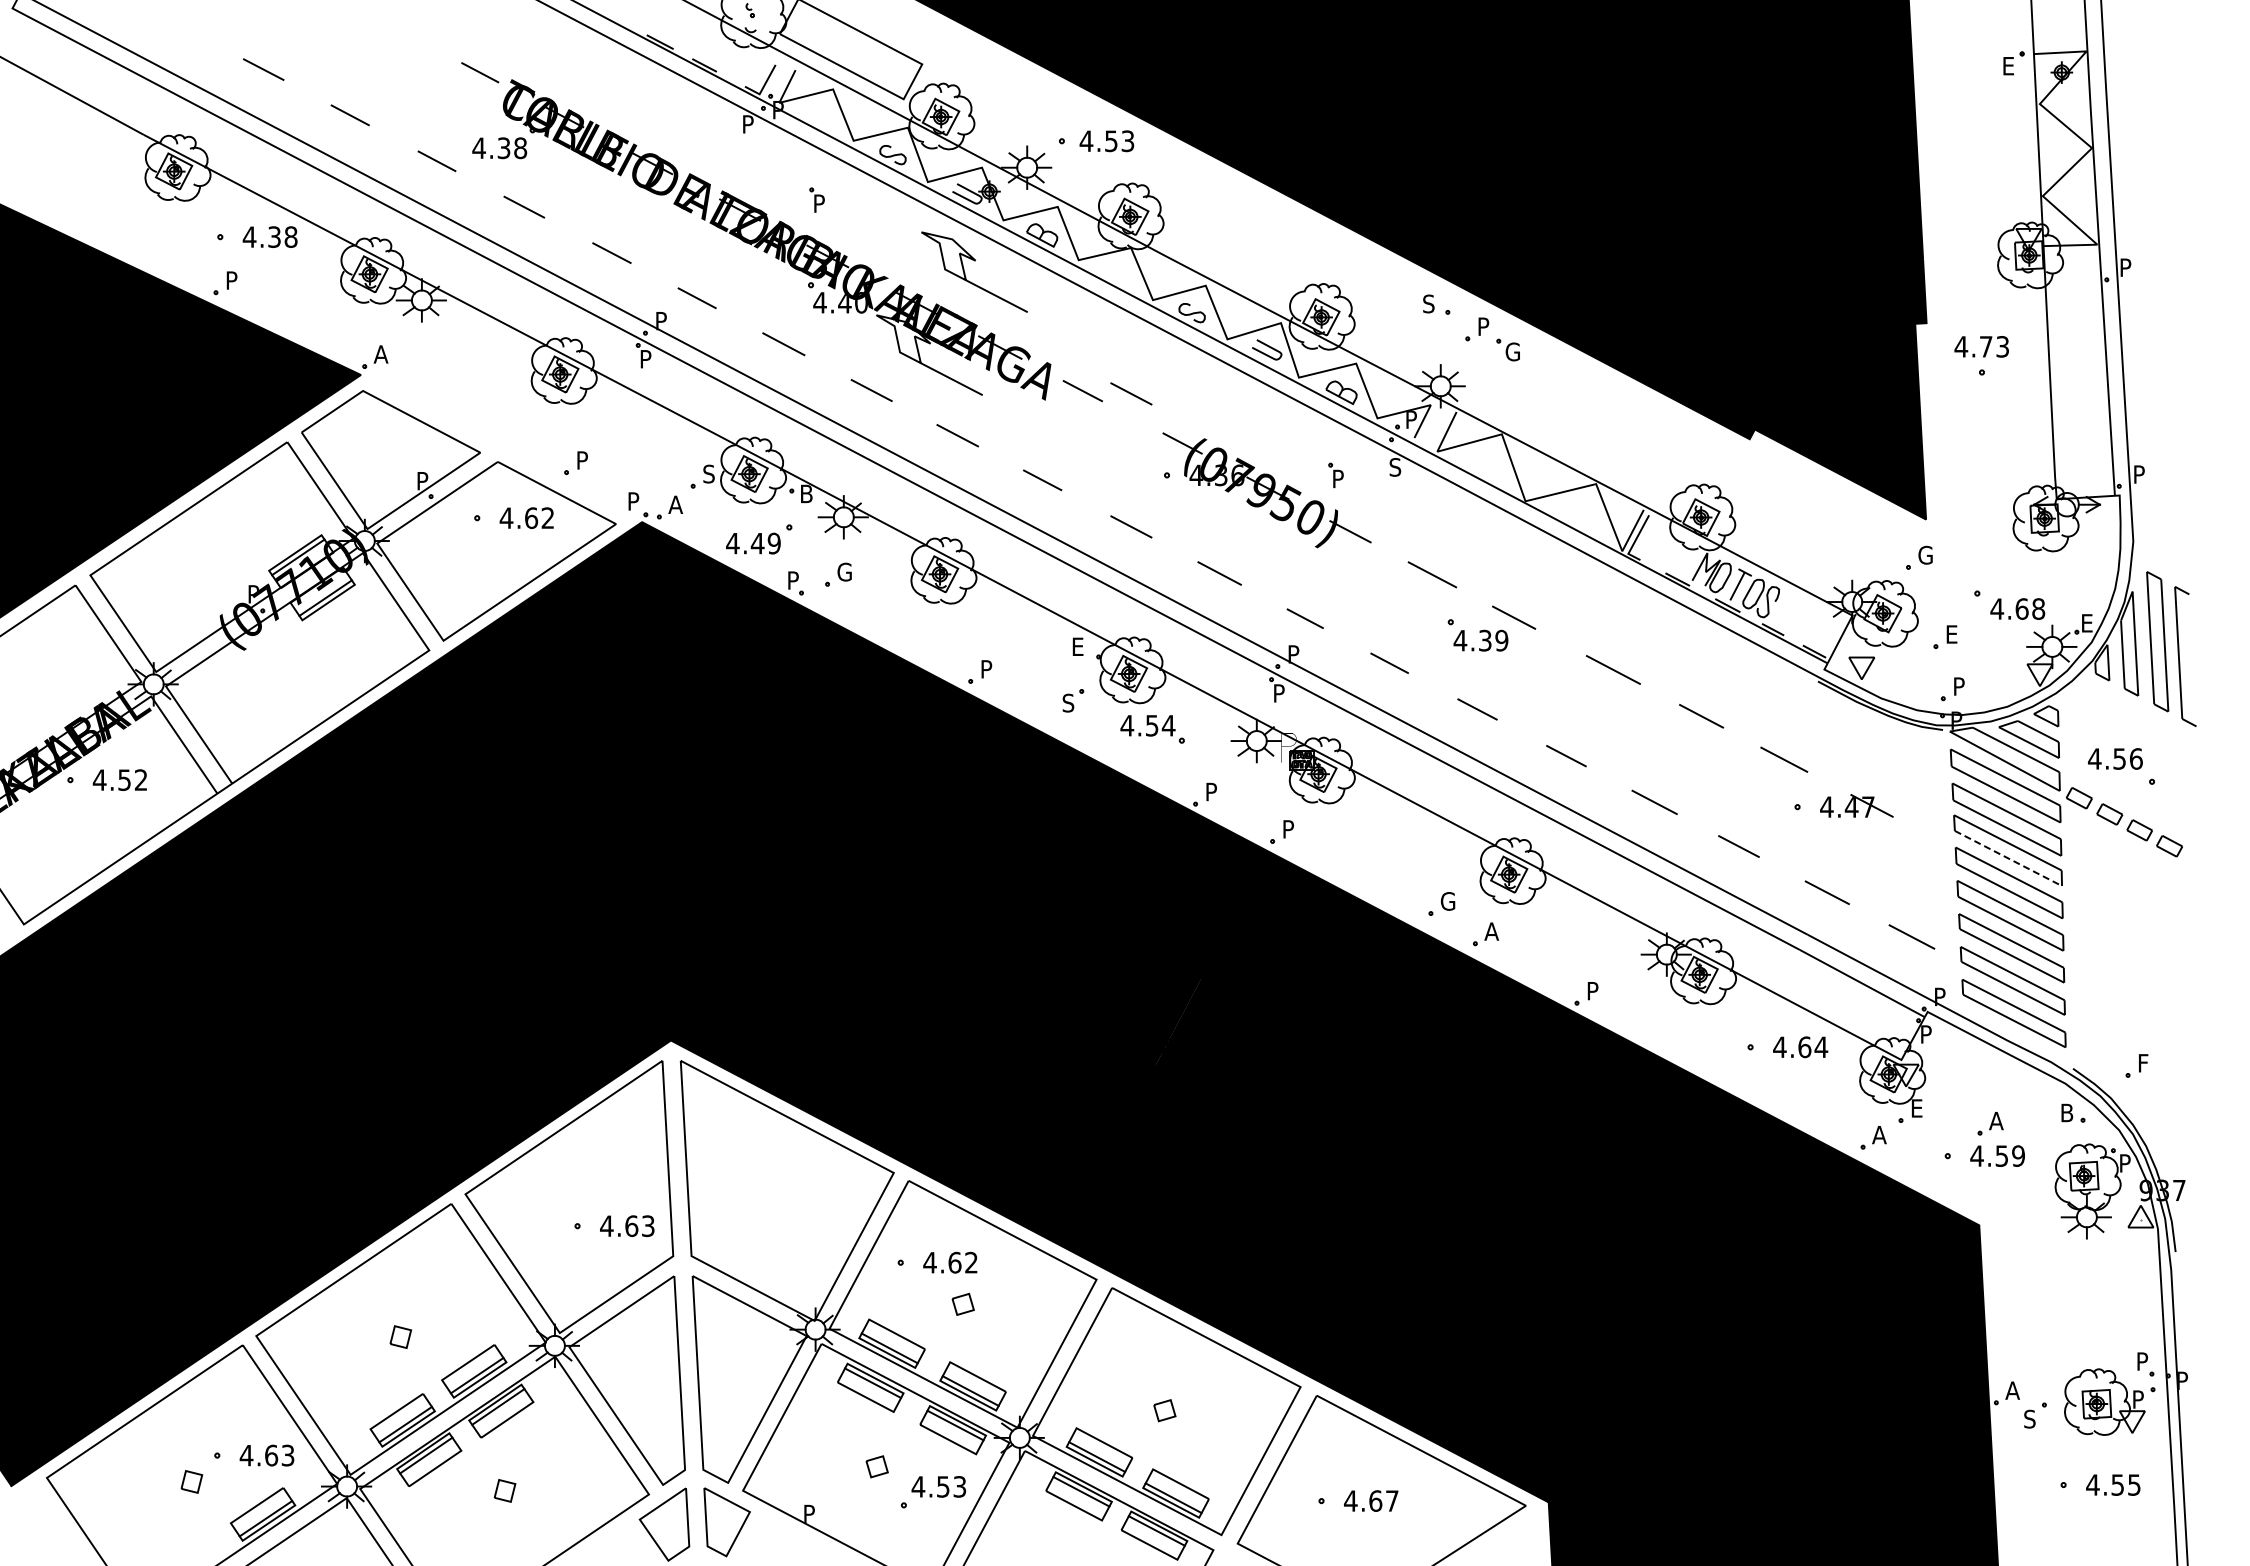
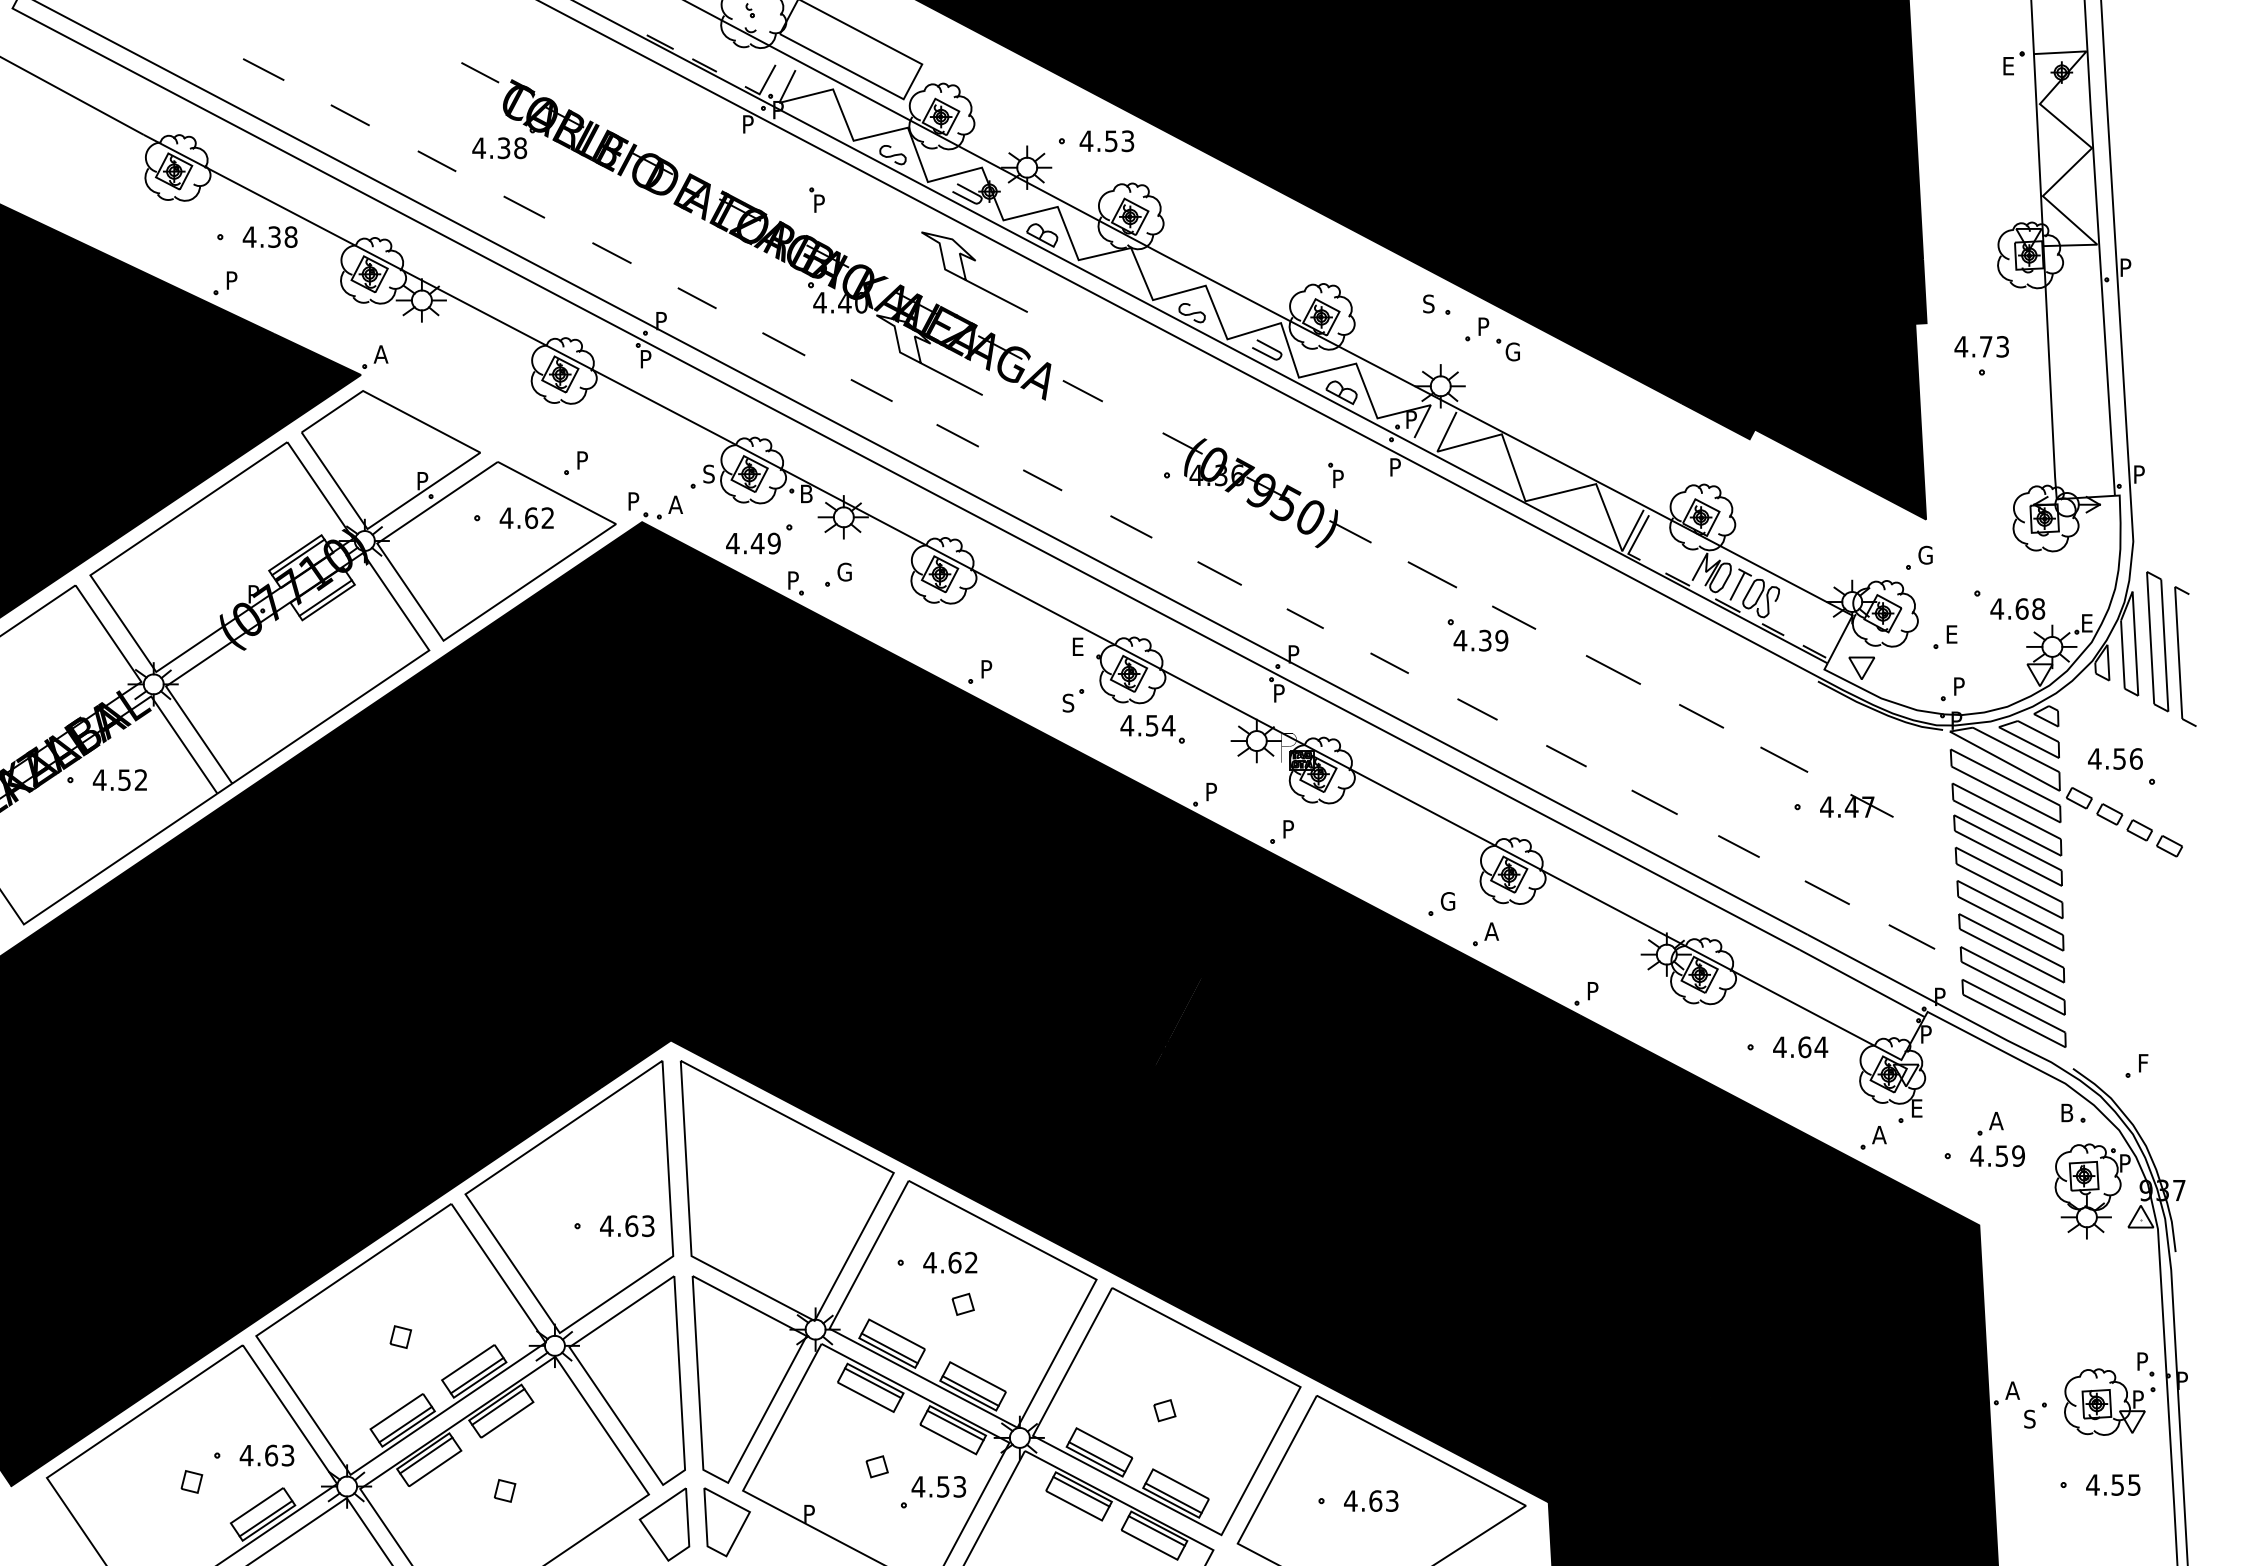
line at (1131, 393): present -> none
text at (1395, 467): S -> P
line at (2008, 858): dashed -> solid
text at (1392, 1500): 4.67 -> 4.63
